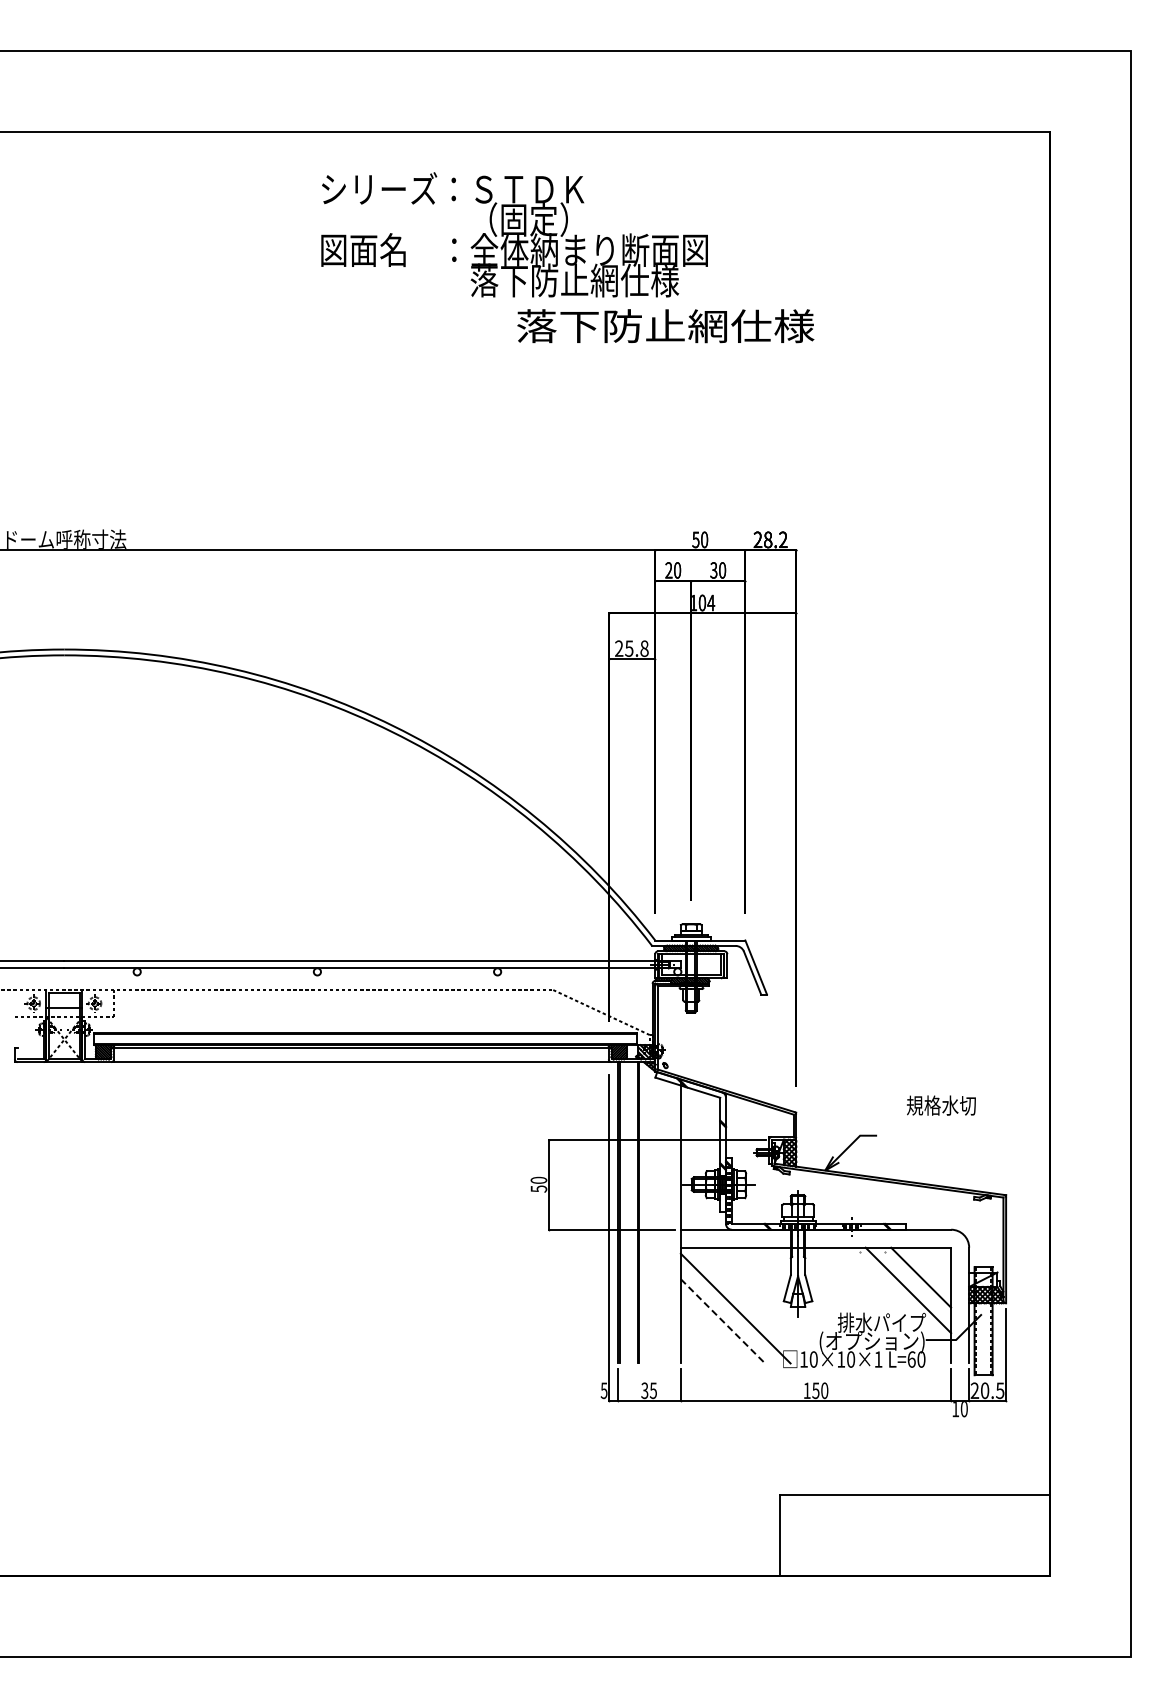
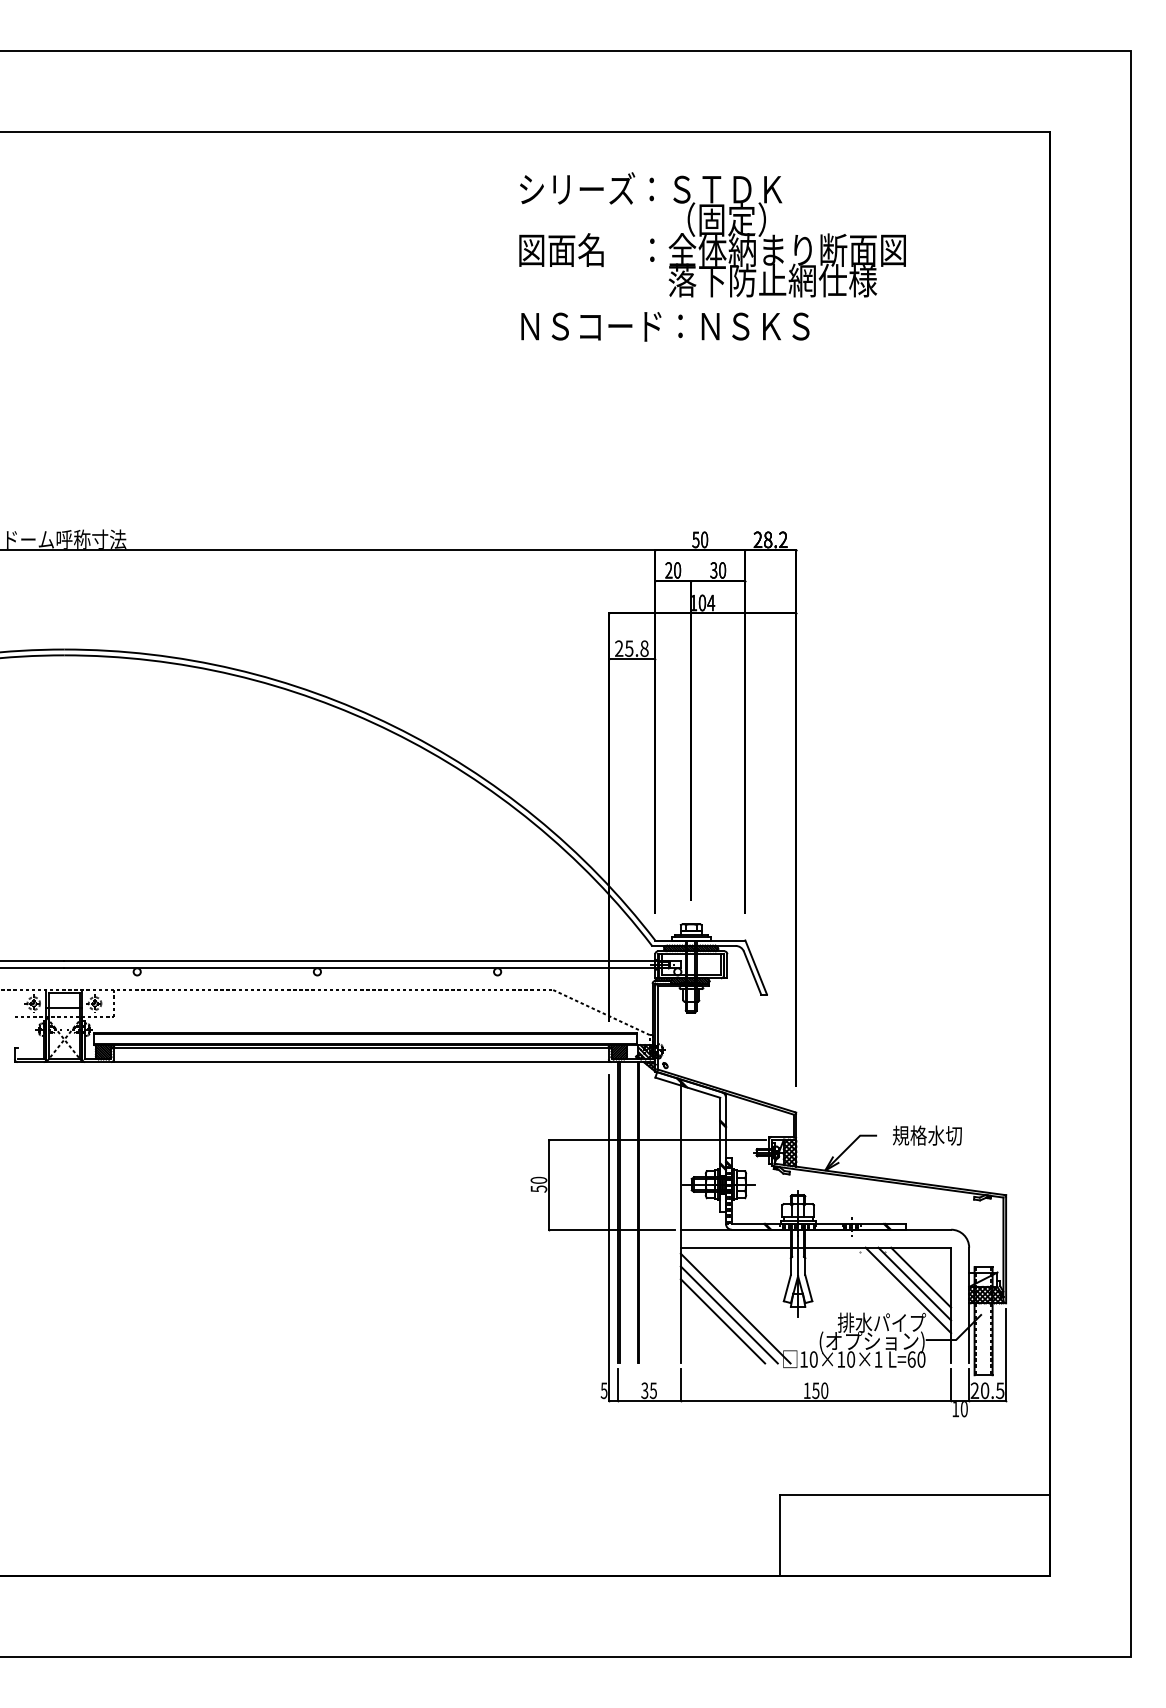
text at (514, 234) position: (514, 234) -> (712, 234)
text at (665, 326): 落下防止網仕様 -> ＮＳコード：ＮＳＫＳ
text at (941, 1105) position: (941, 1105) -> (927, 1135)
line at (914, 1283): none -> present
line at (728, 1314): none -> present
line at (722, 1321): dashed -> solid
